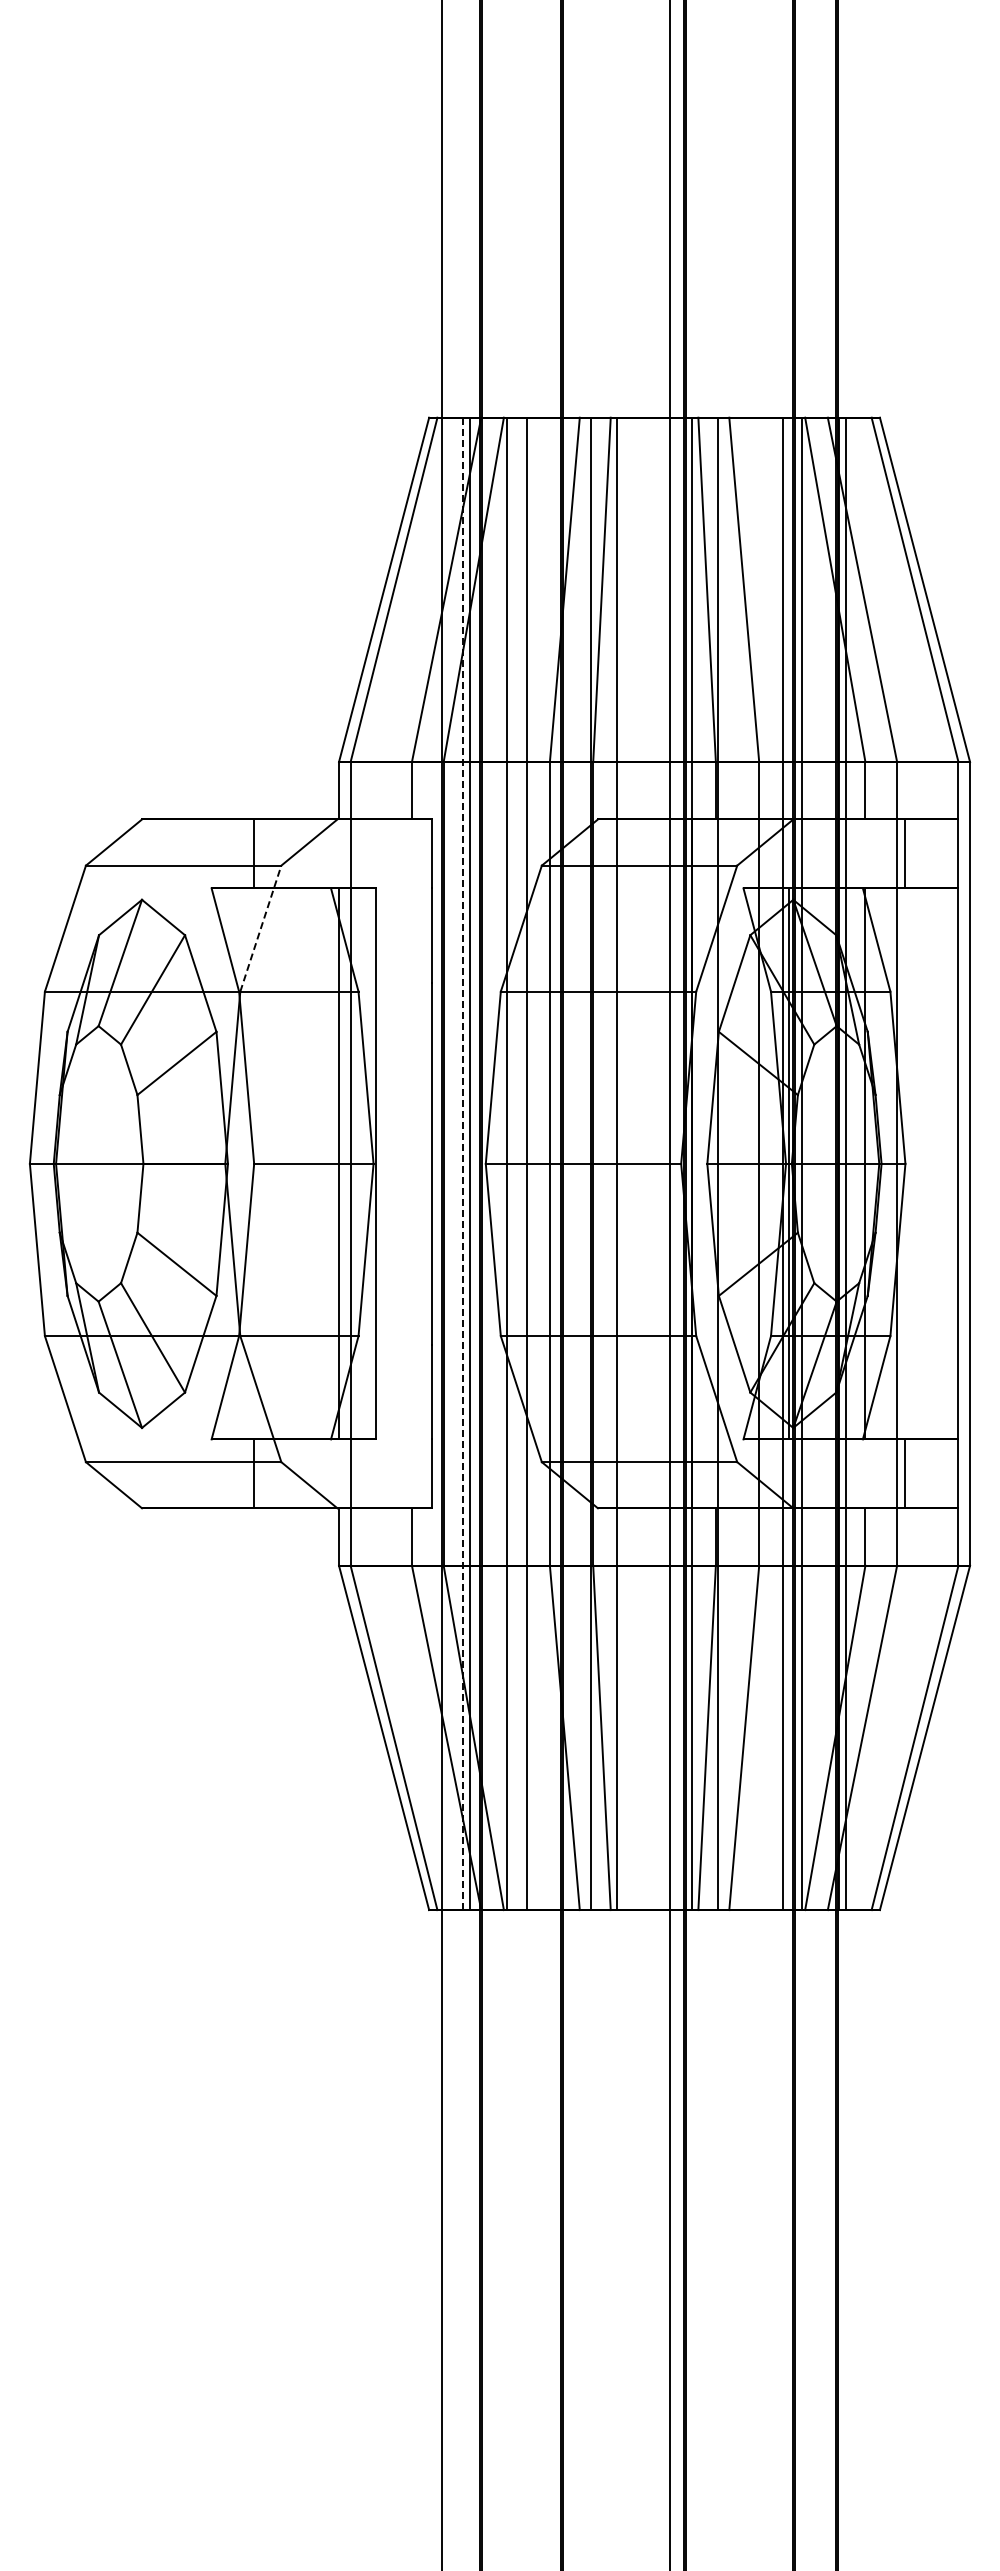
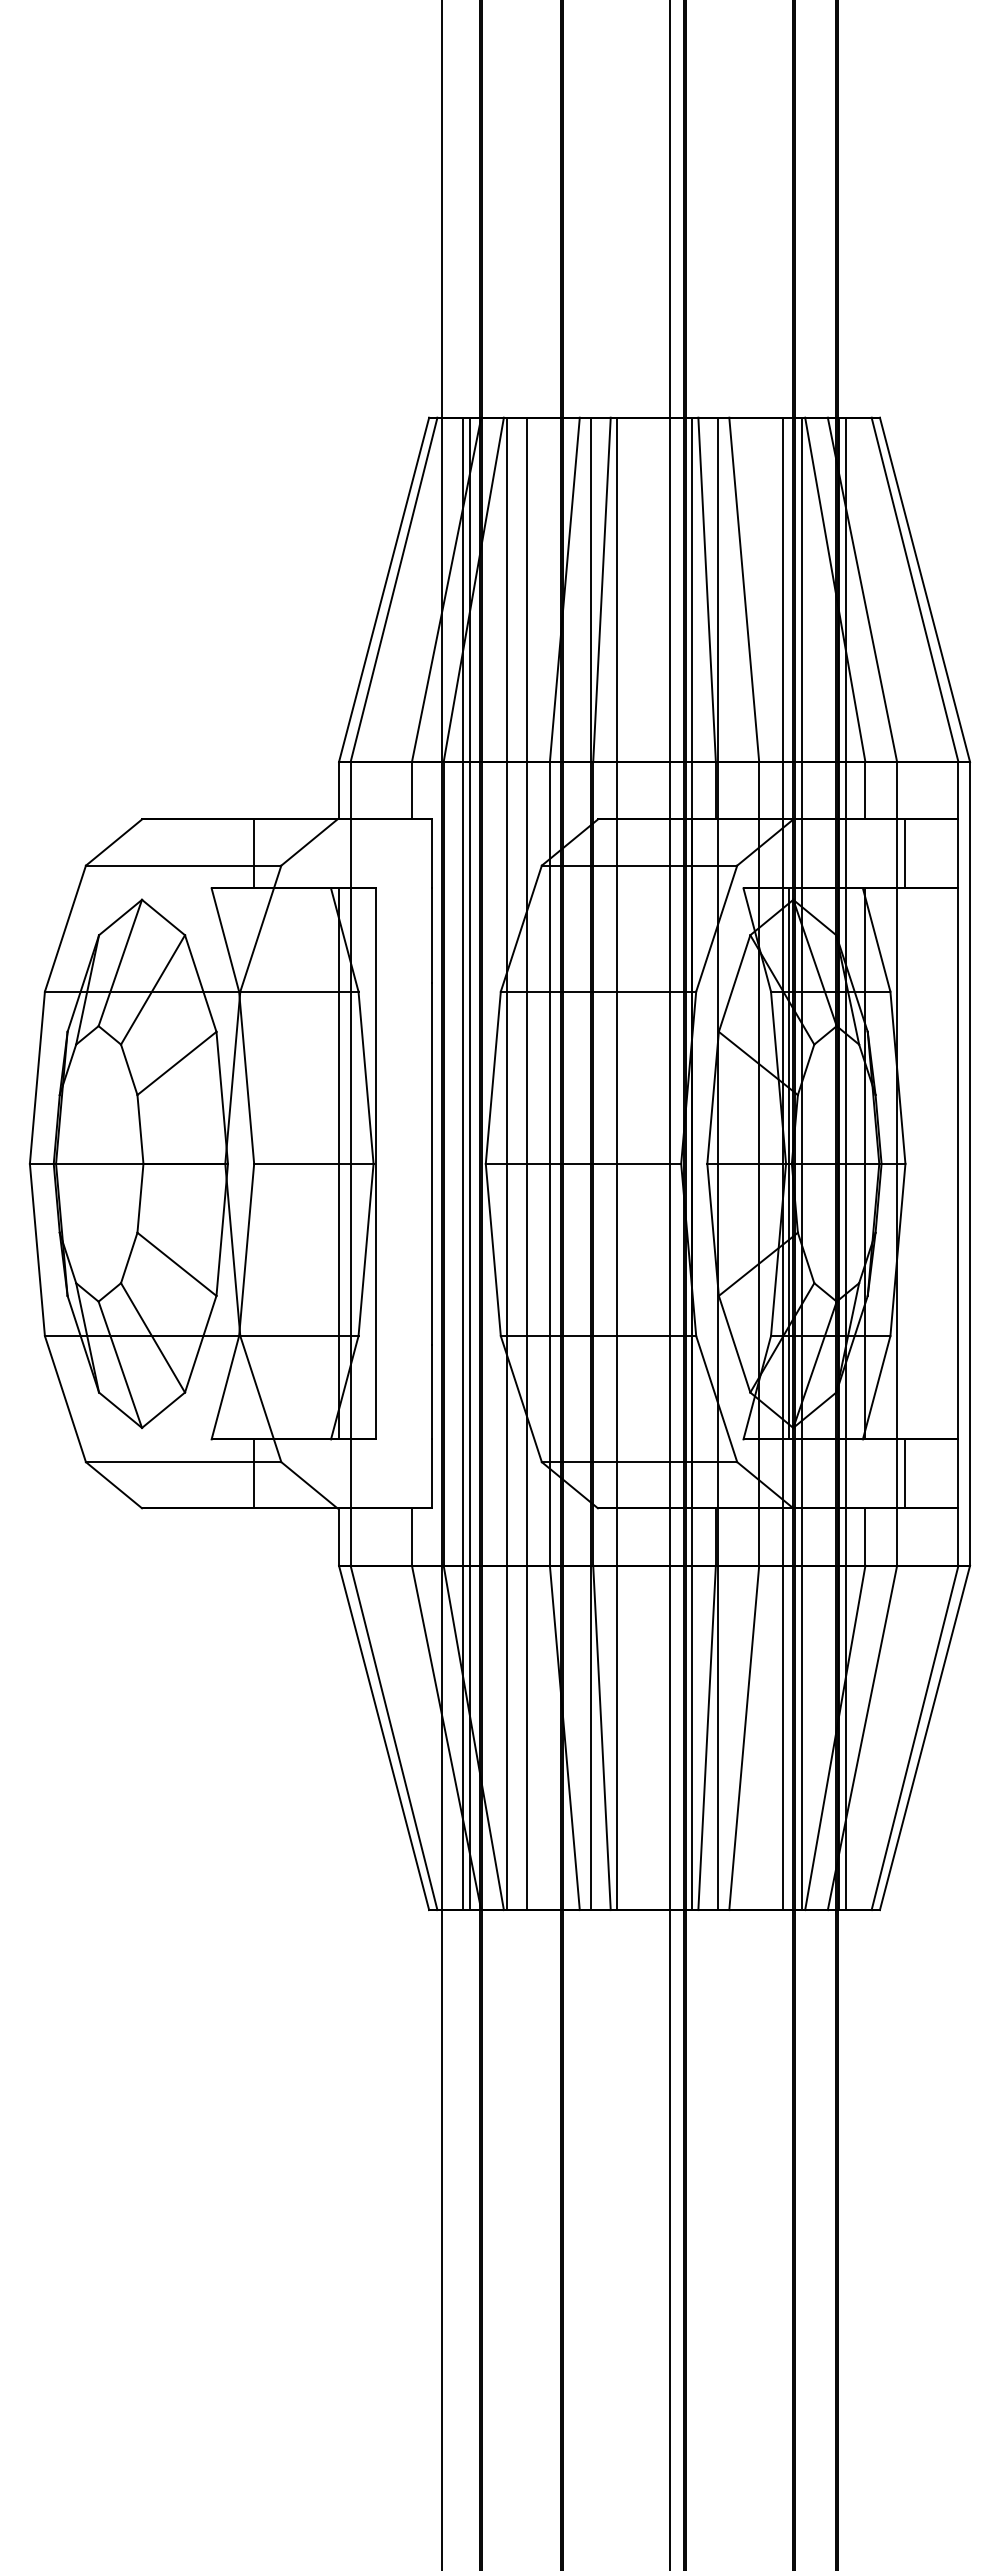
line at (260, 928): dashed -> solid
line at (462, 1163): dashed -> solid
